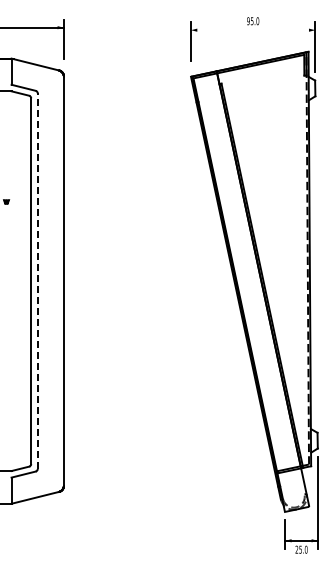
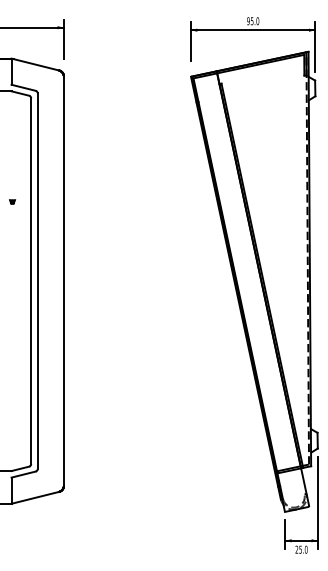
line at (252, 30): none -> present
part at (6, 201) position: (6, 201) -> (12, 201)
line at (37, 281): dashed -> solid
